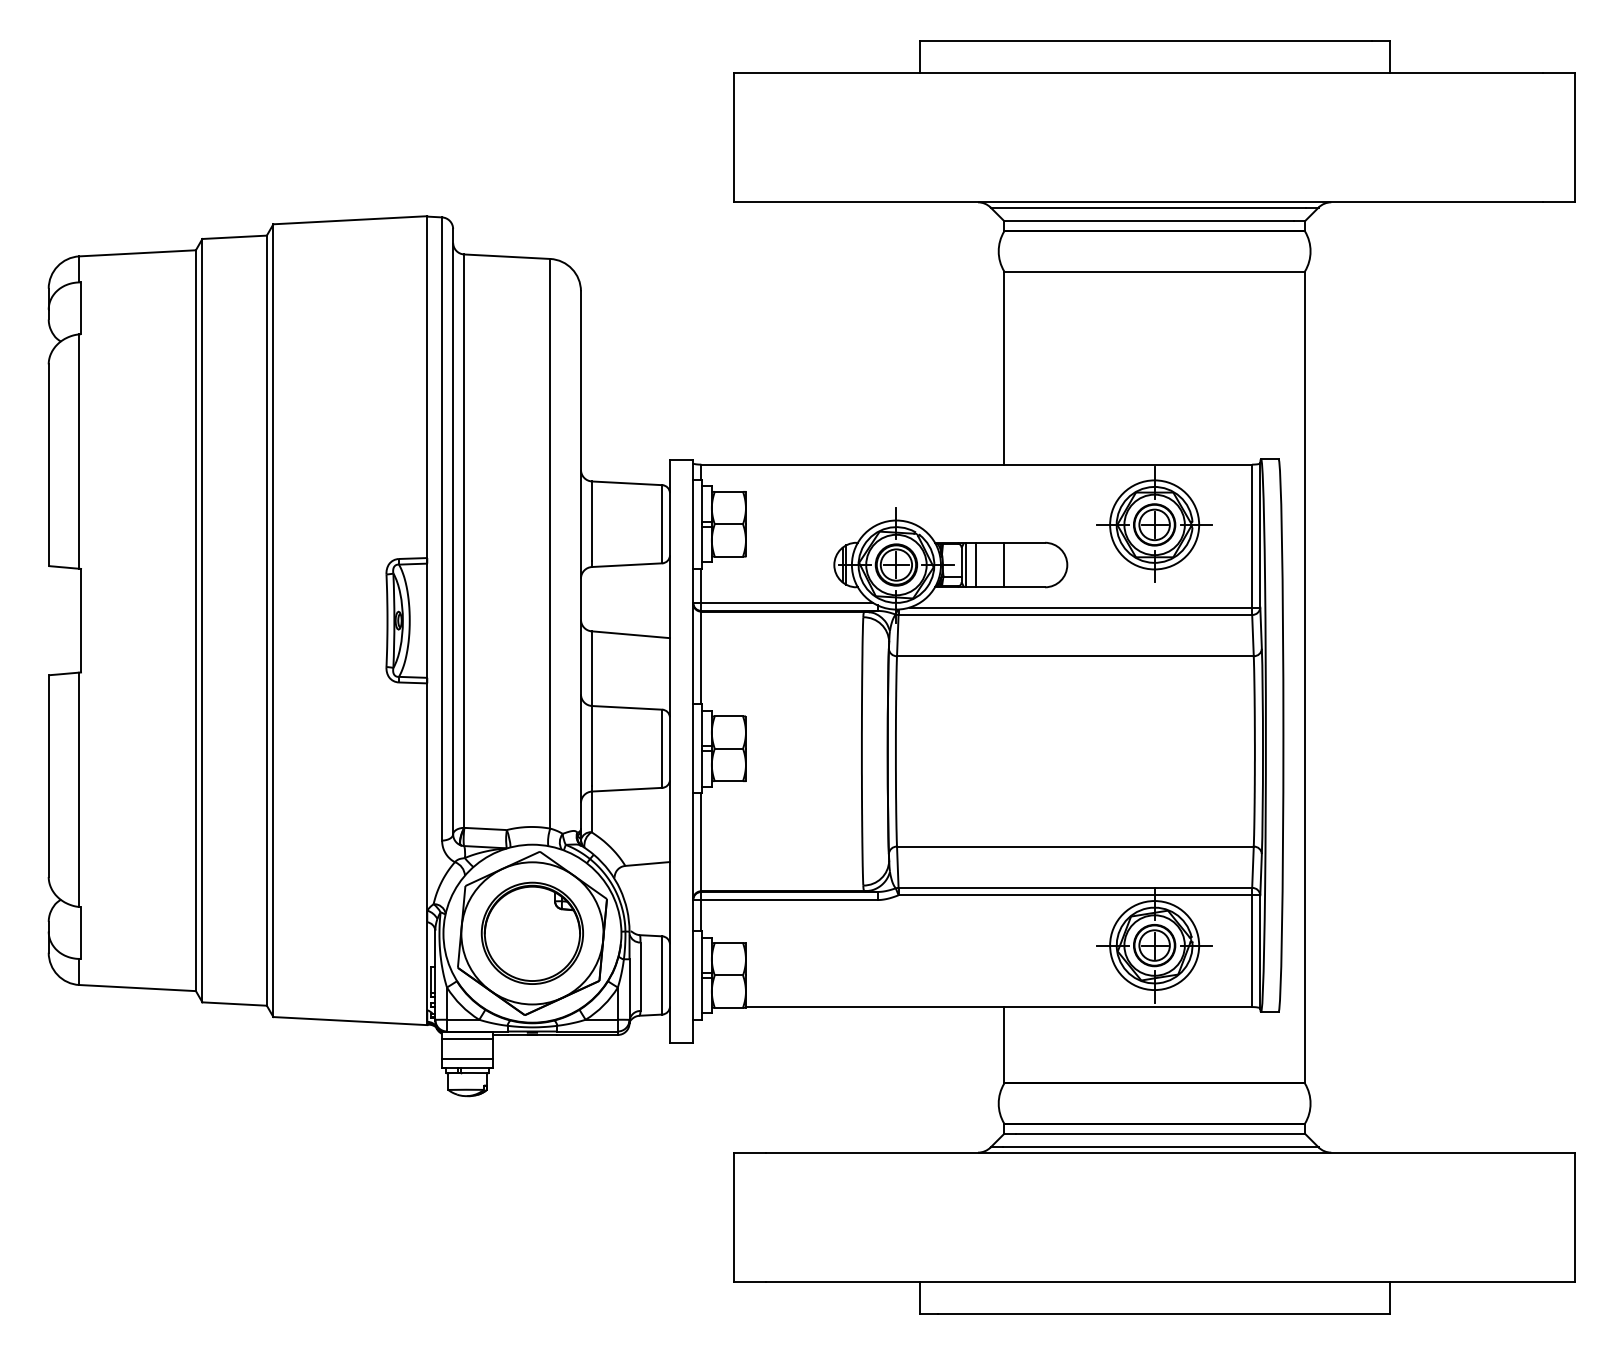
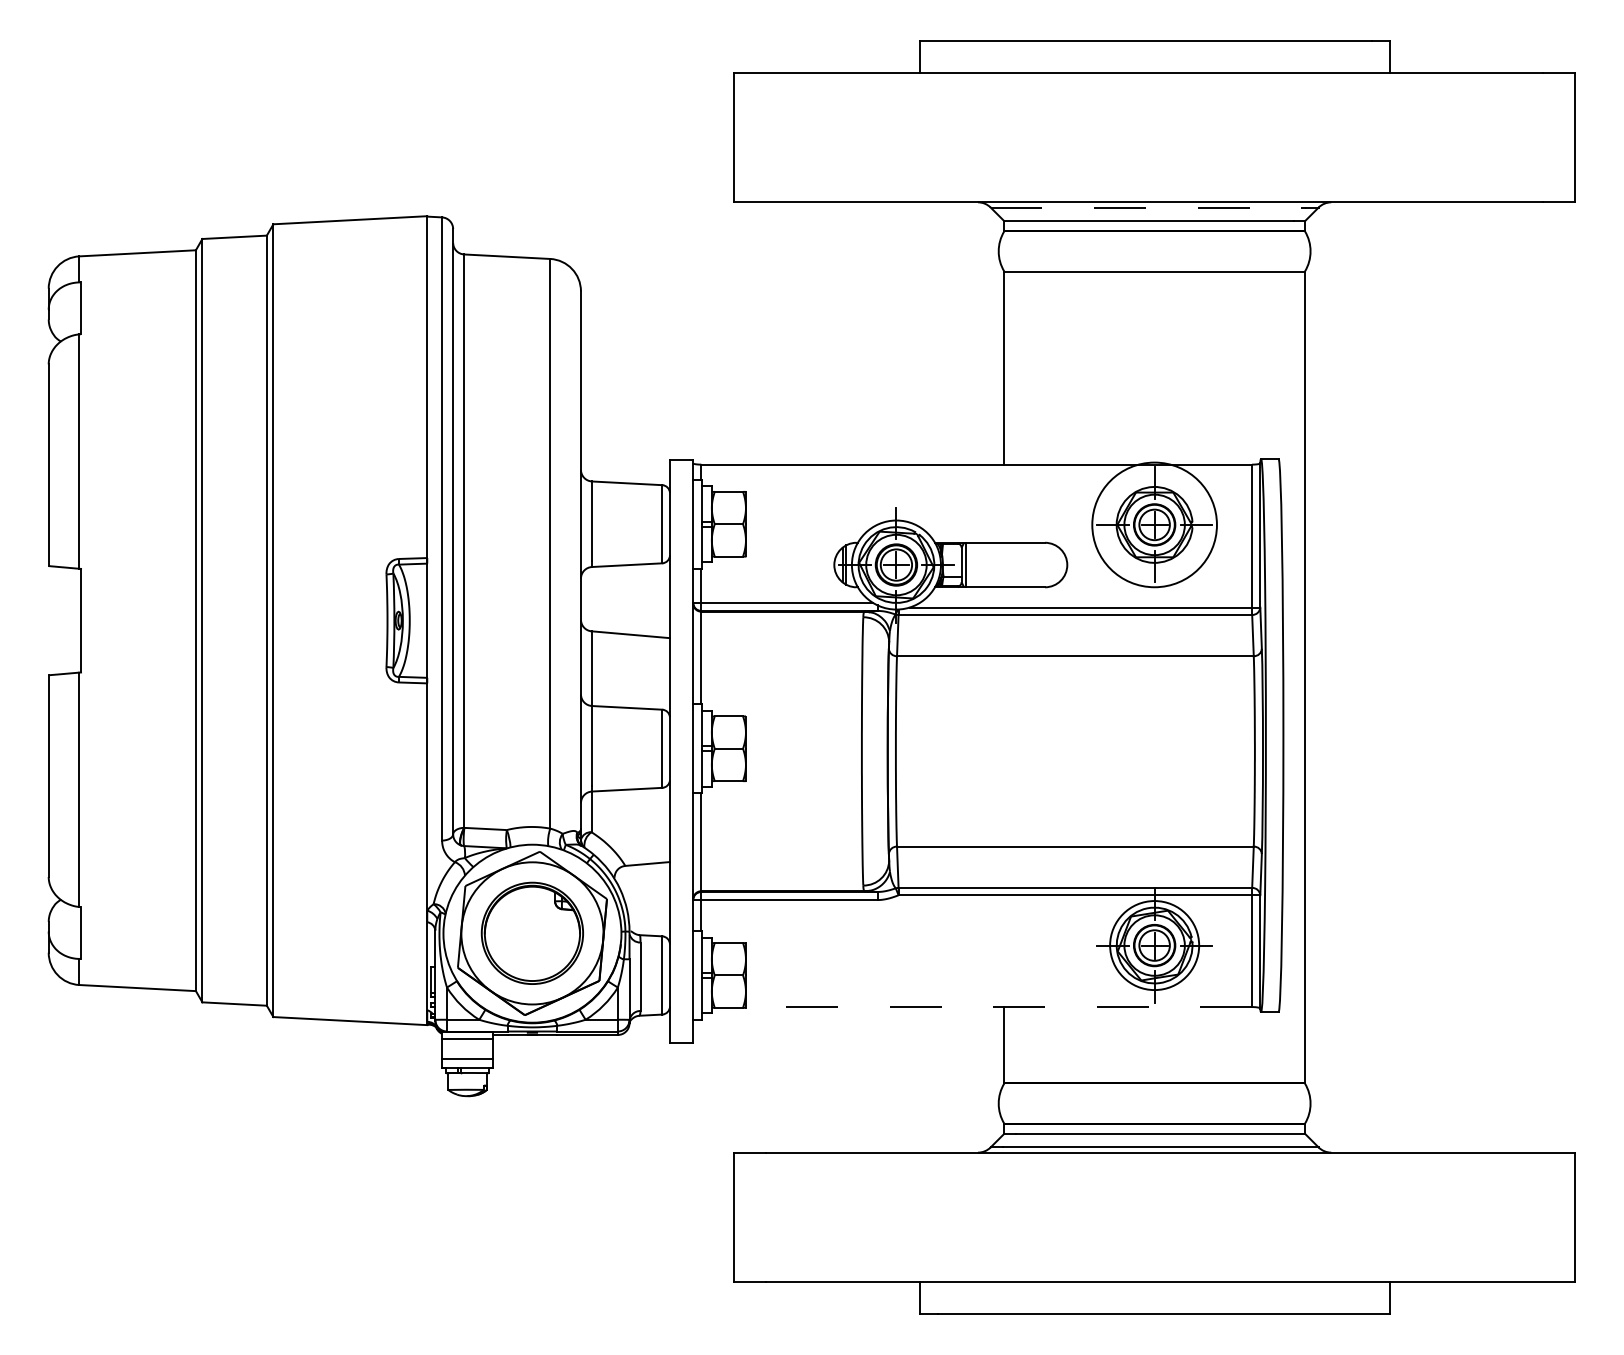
line at (1148, 207): solid -> dashed
circle at (1154, 524) diameter: 89 px -> 125 px
line at (975, 564): present -> none
line at (1004, 564): present -> none
line at (998, 1007): solid -> dashed
